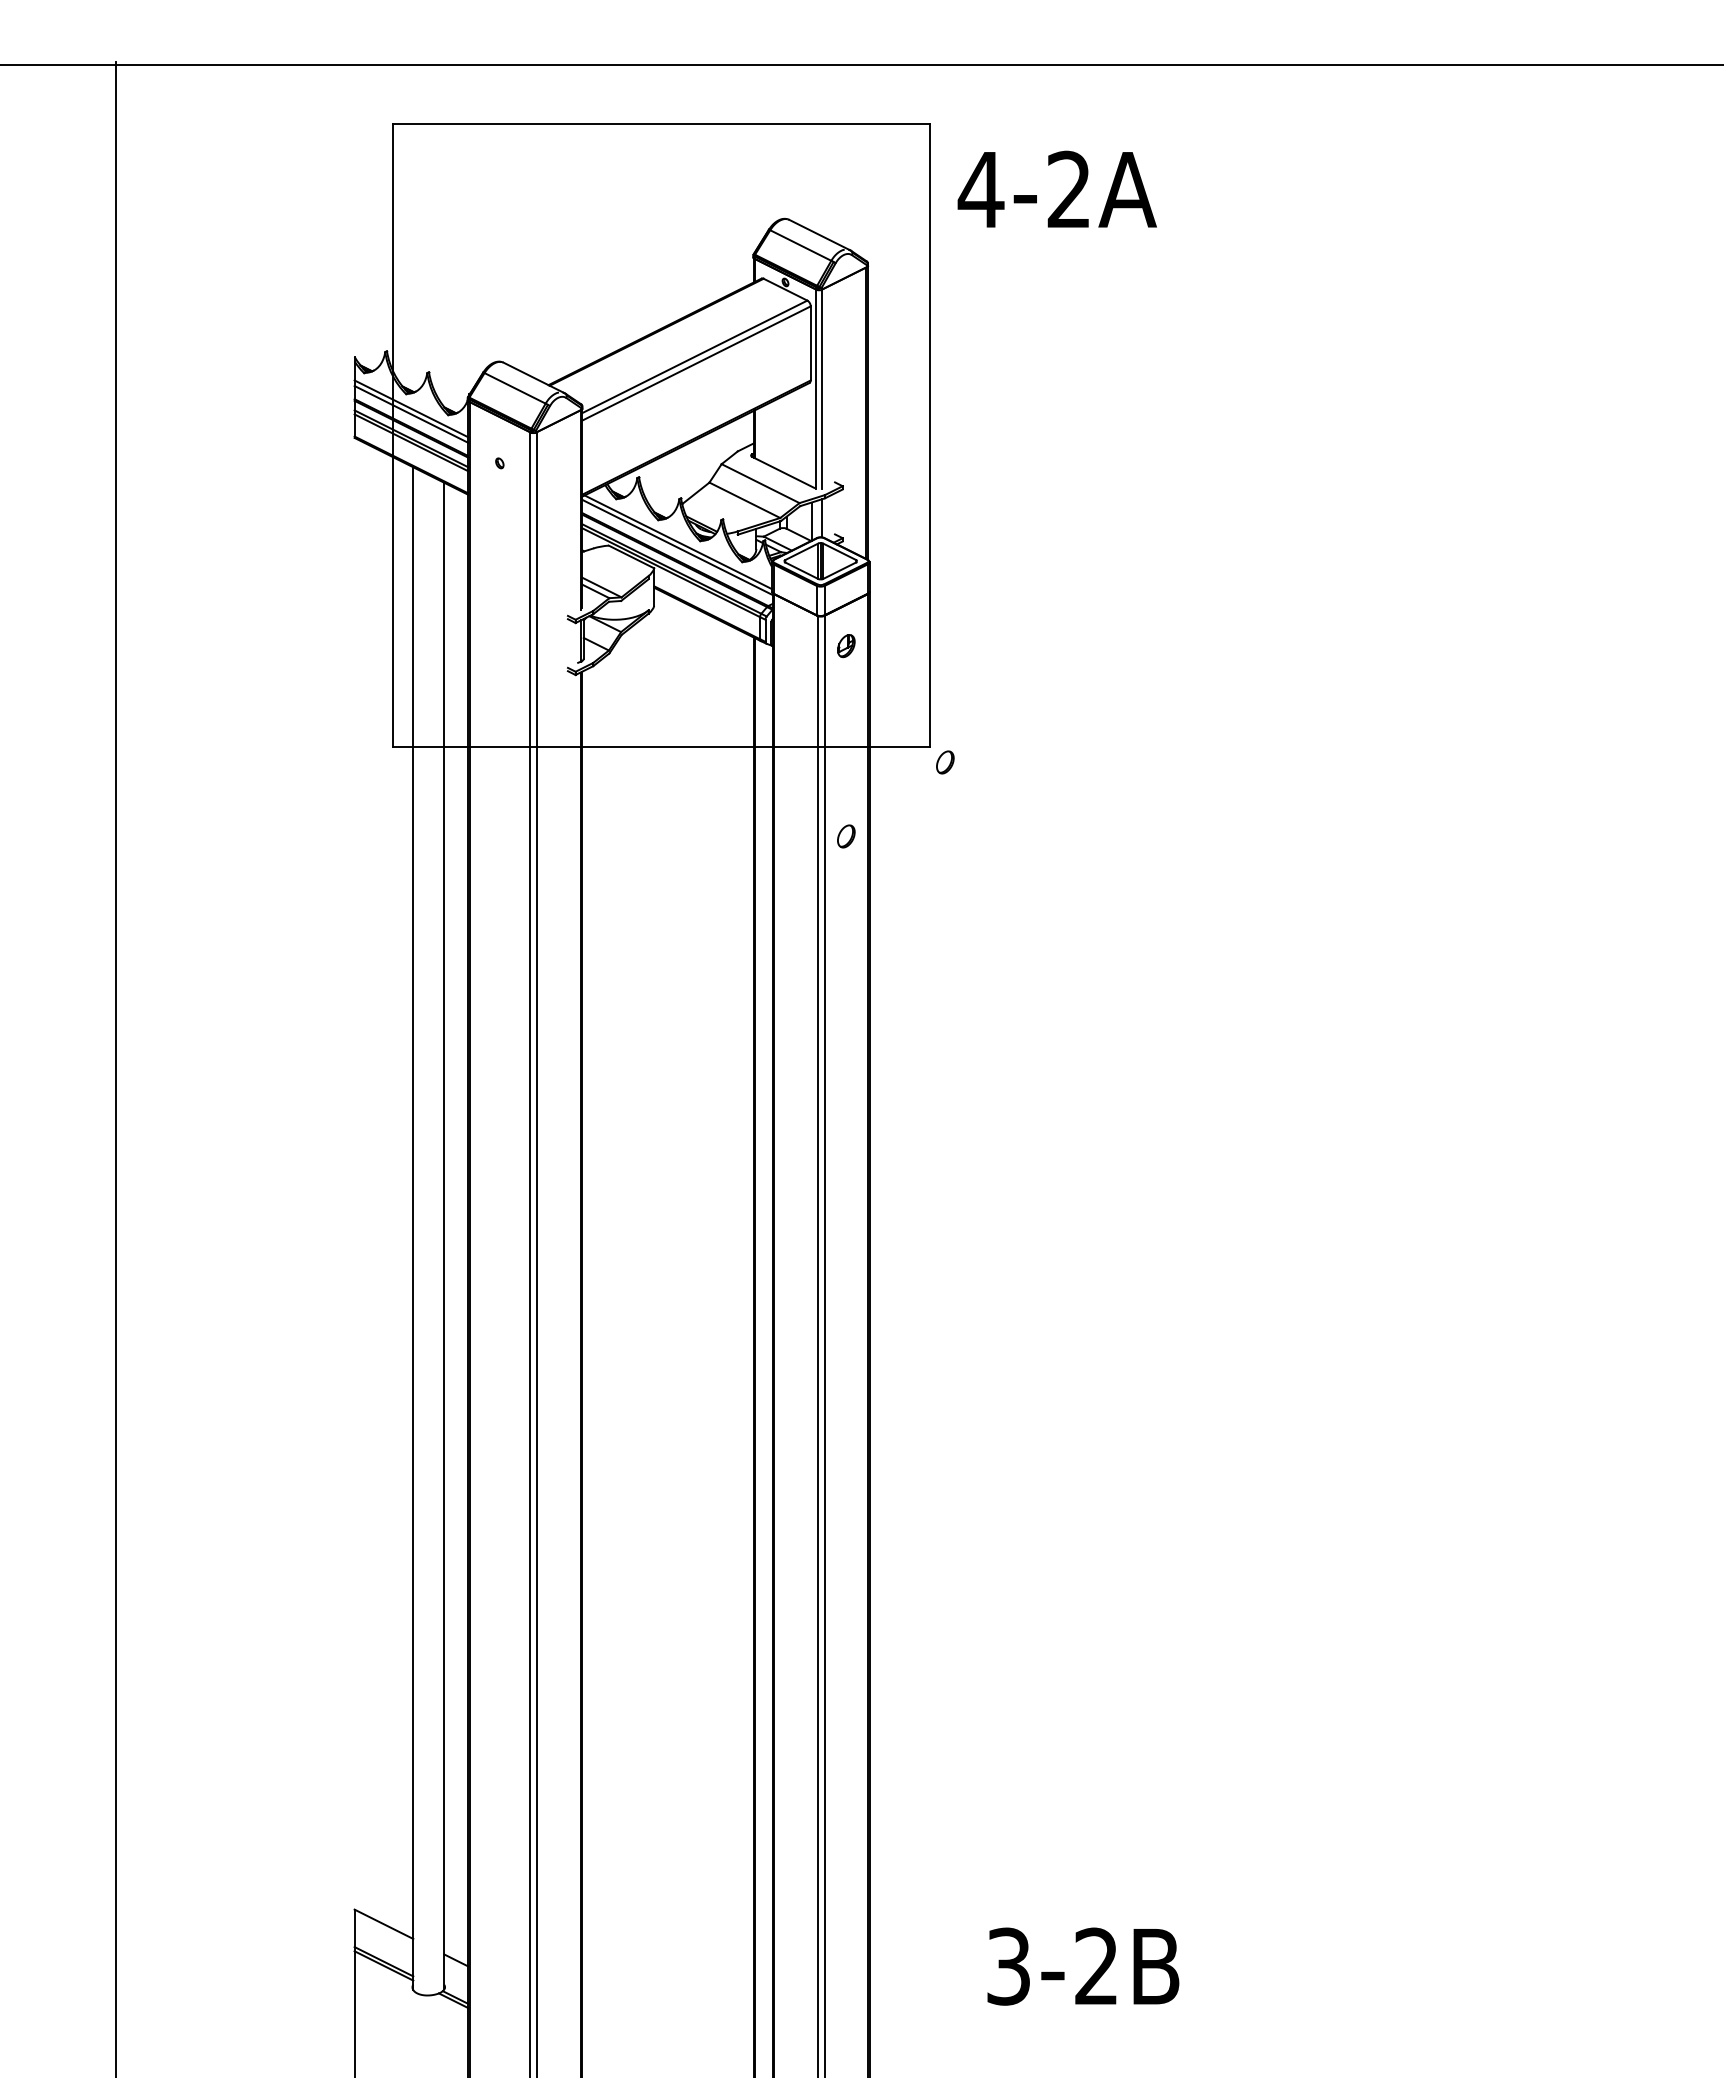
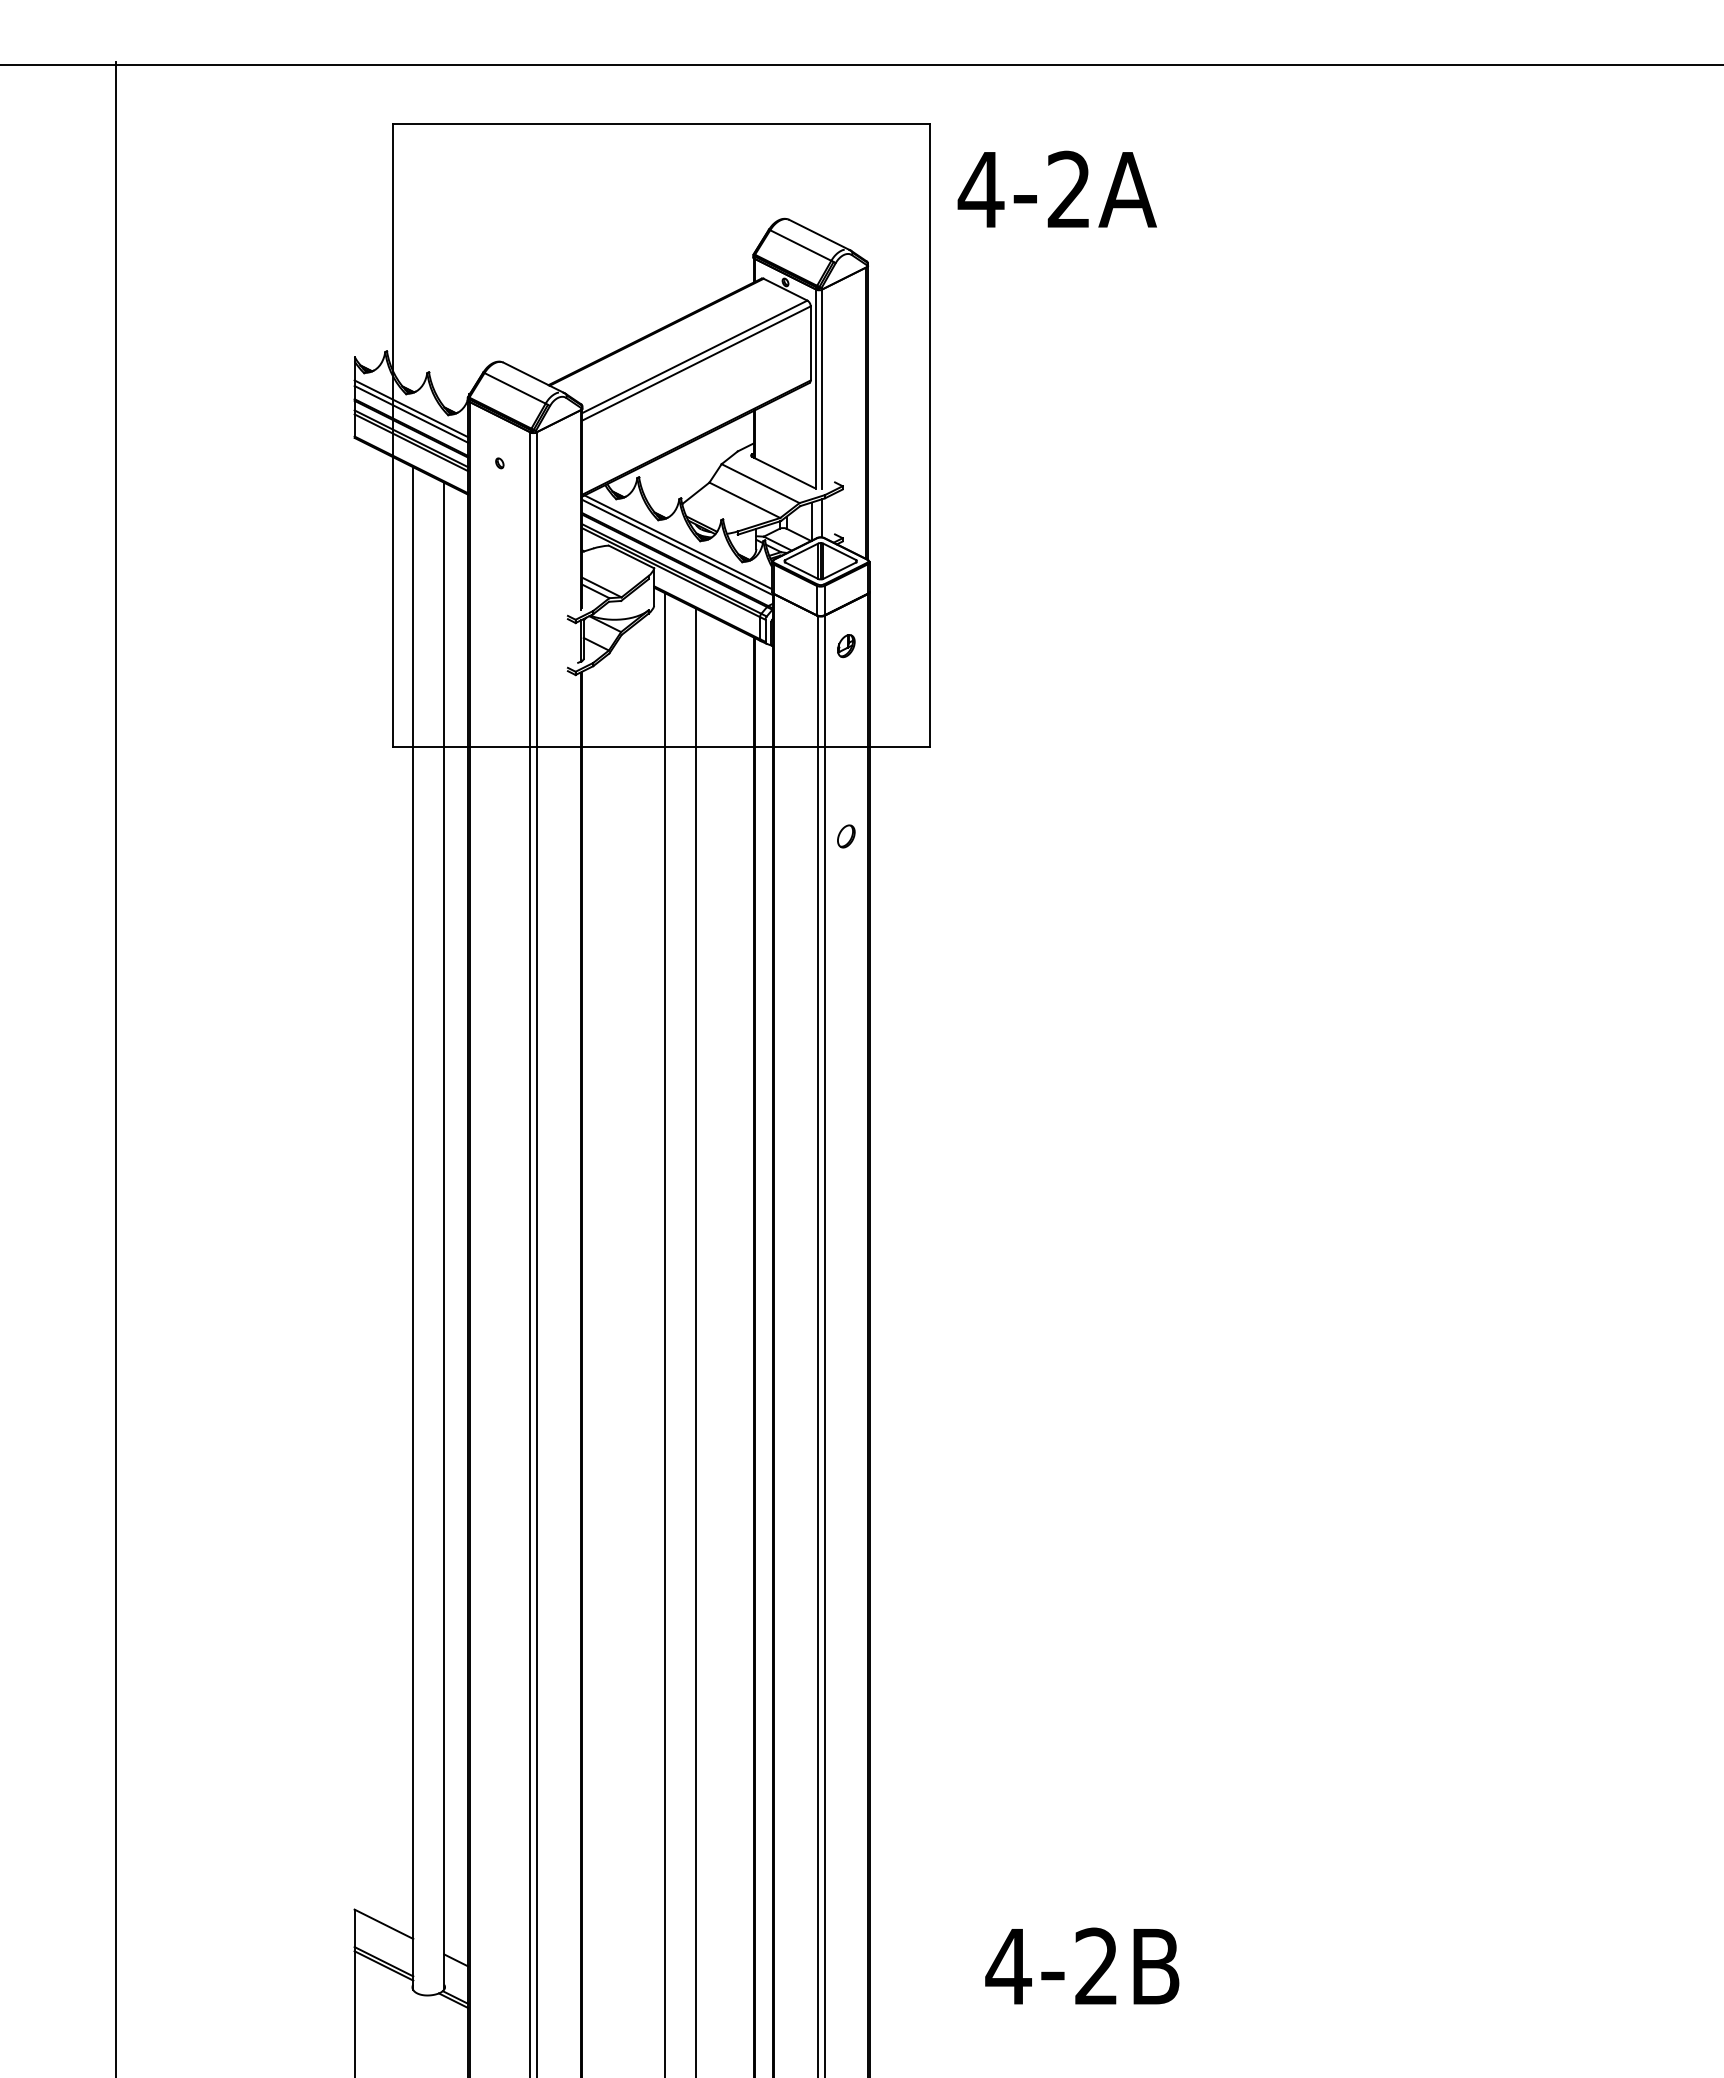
part at (945, 762): present -> none
line at (665, 1333): none -> present
line at (696, 1341): none -> present
text at (1008, 1966): 3-2B -> 4-2B
